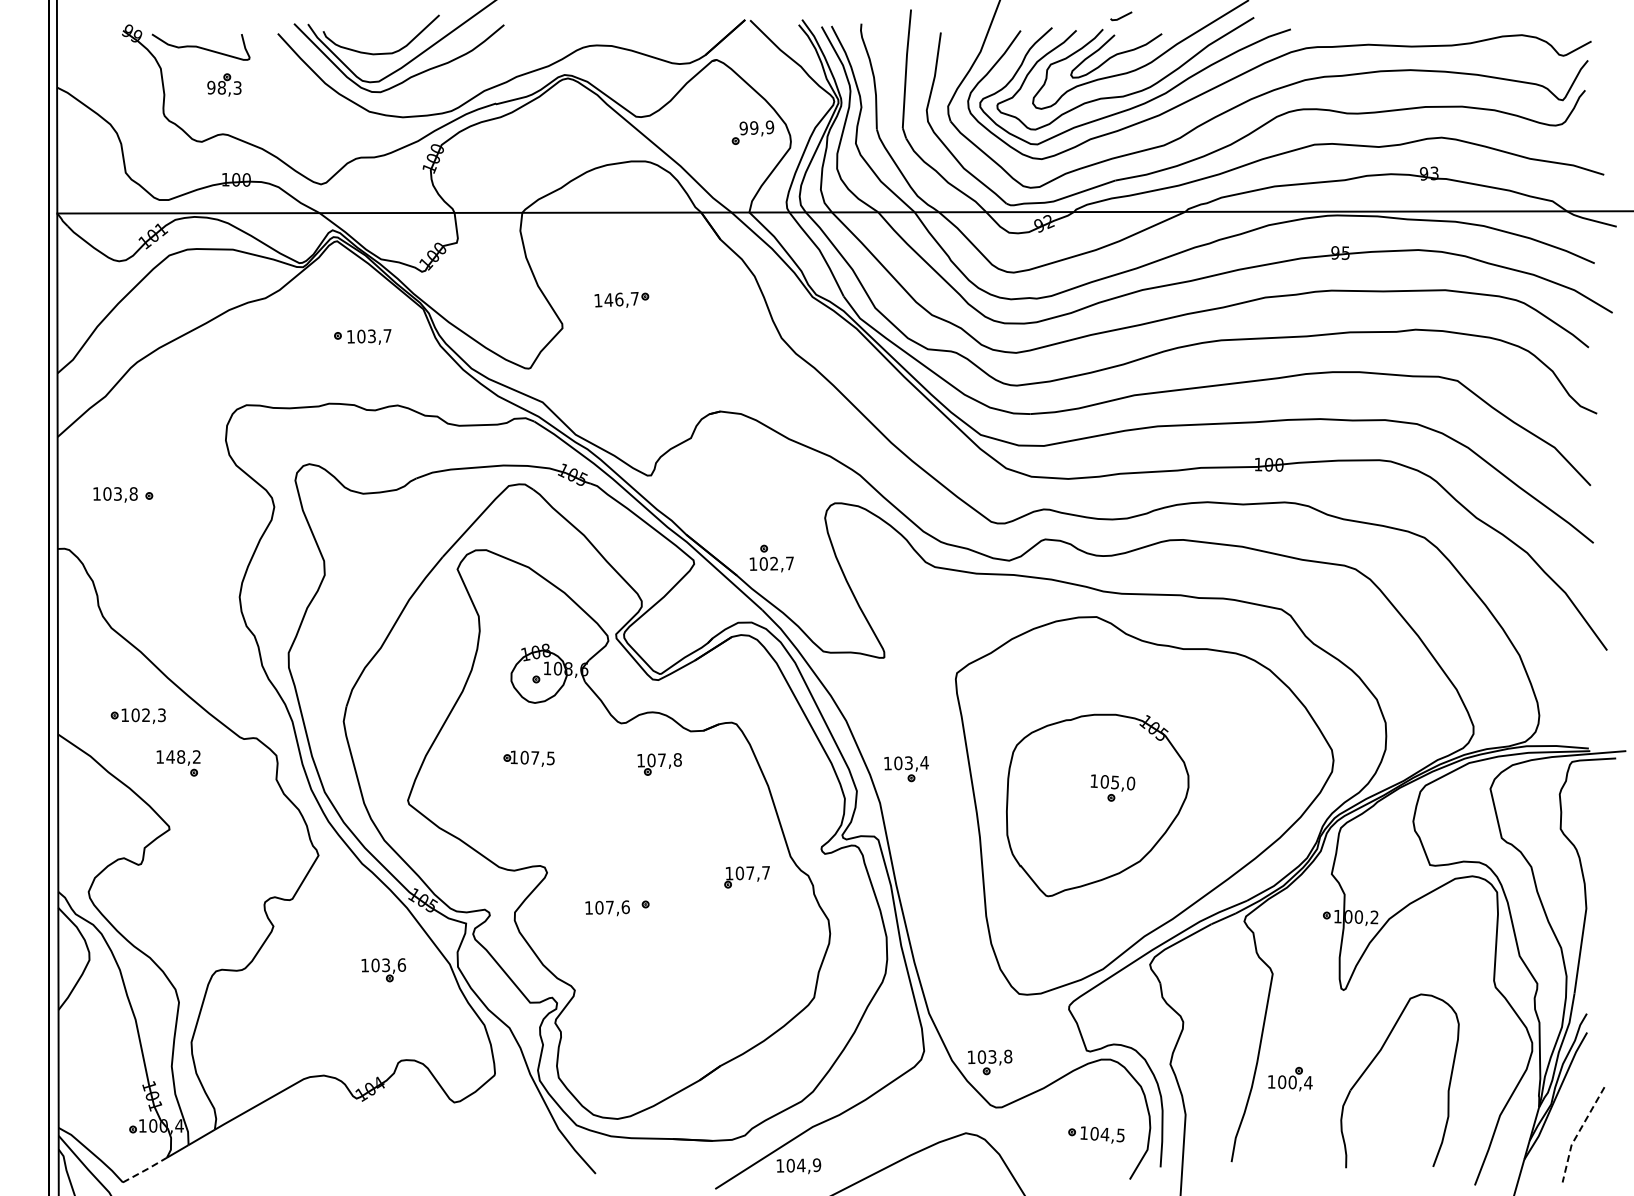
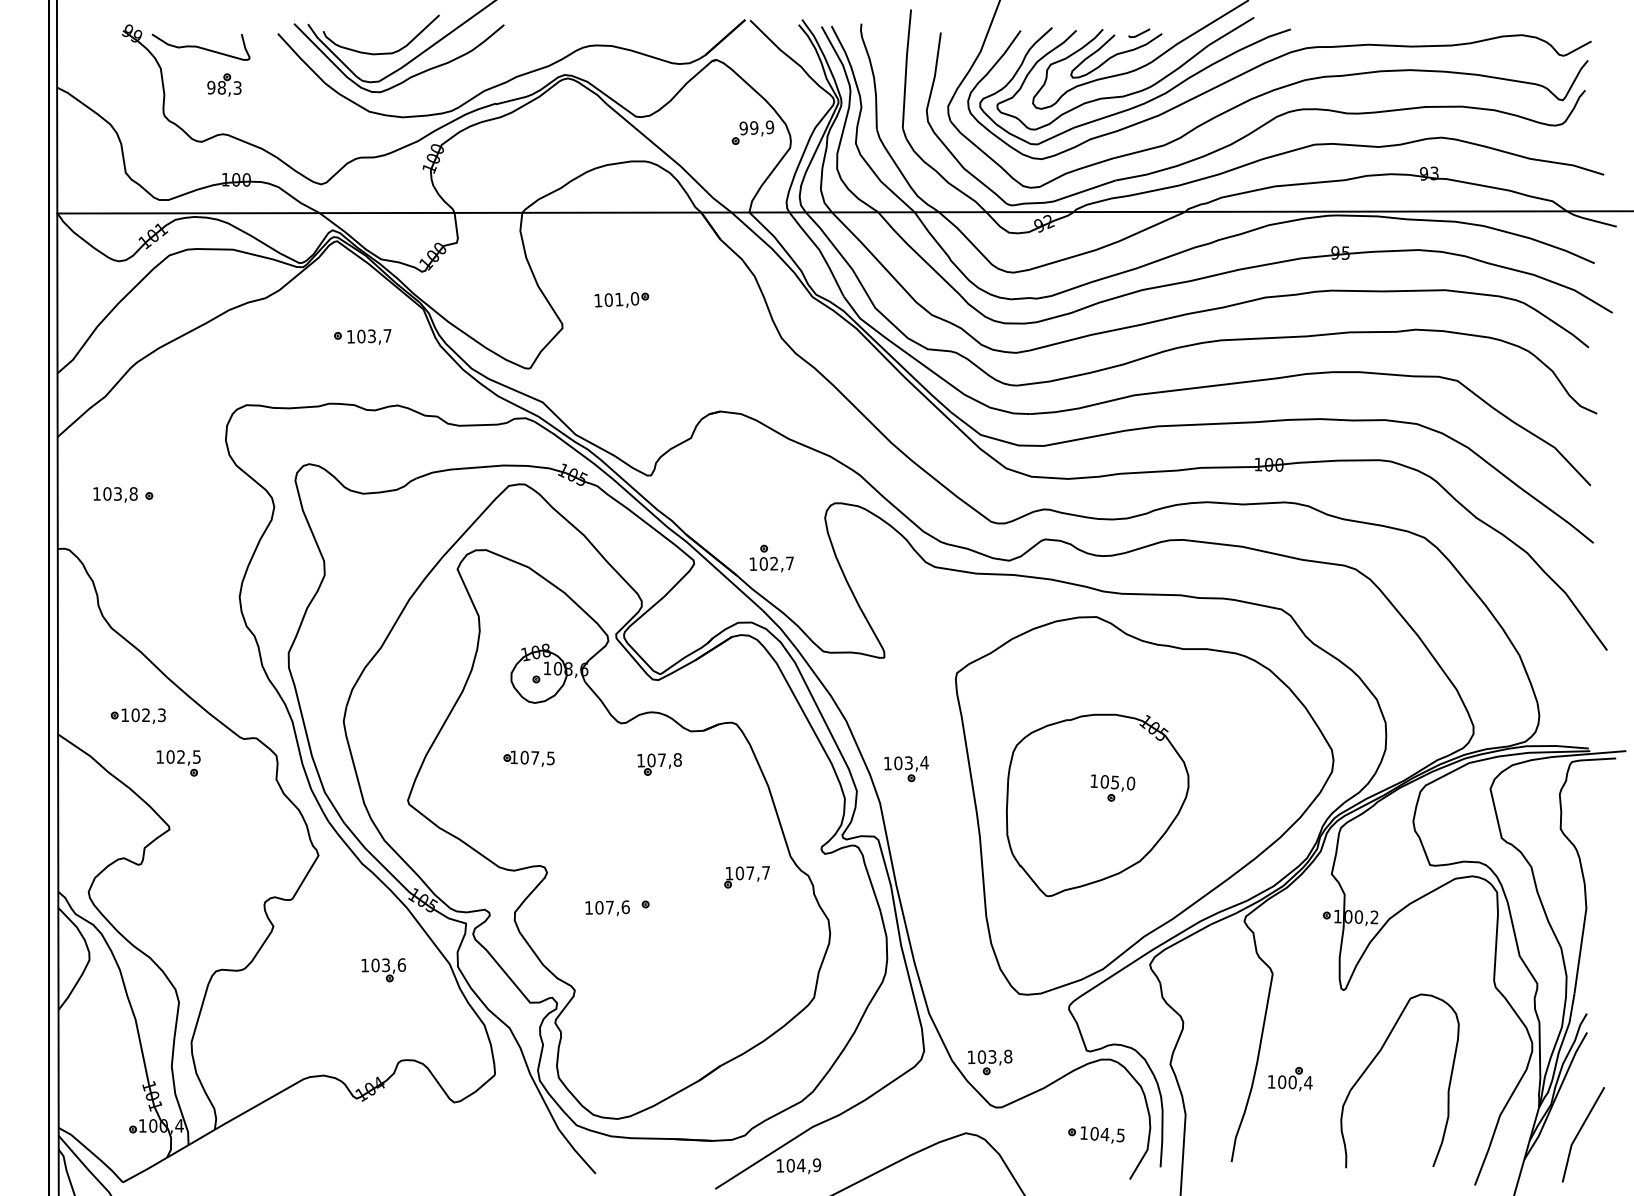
line at (1121, 16) position: (1121, 16) -> (1139, 33)
text at (621, 299): 146,7 -> 101,0
text at (183, 756): 148,2 -> 102,5
line at (1578, 1133): dashed -> solid
line at (145, 1170): dashed -> solid
